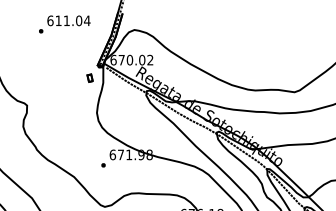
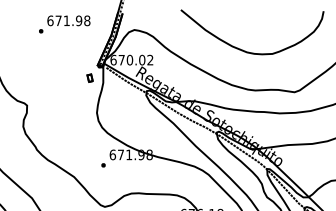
text at (72, 20): 611.04 -> 671.98
curve at (245, 50): none -> present
